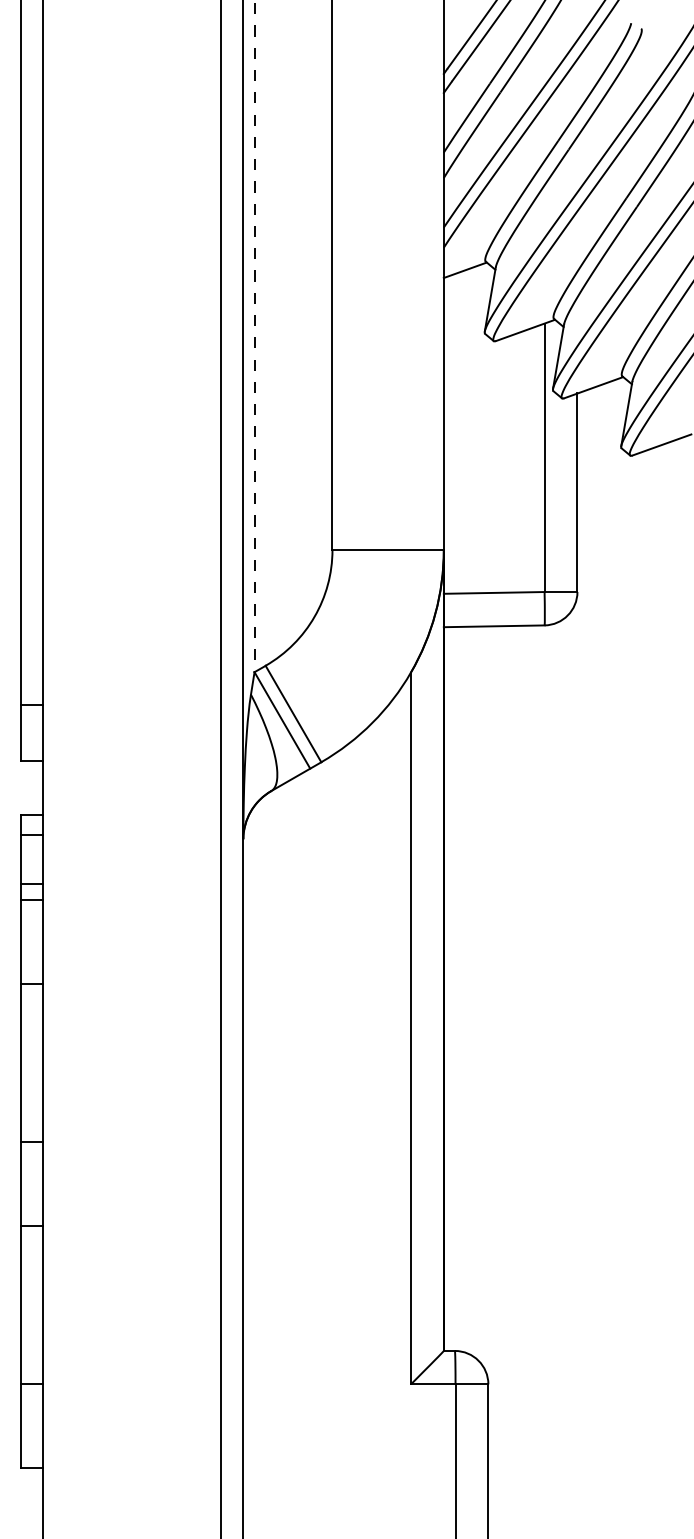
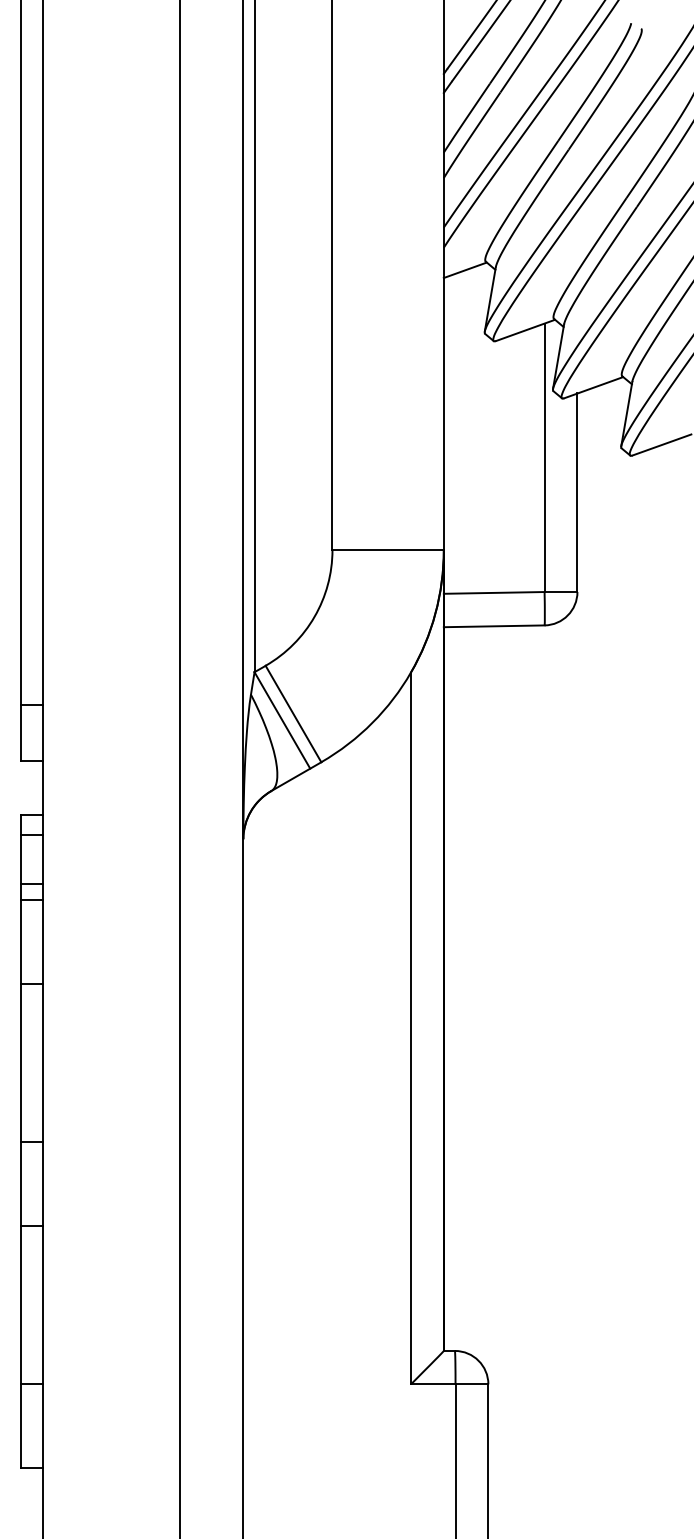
line at (254, 336): dashed -> solid
line at (221, 768) position: (221, 768) -> (180, 768)
